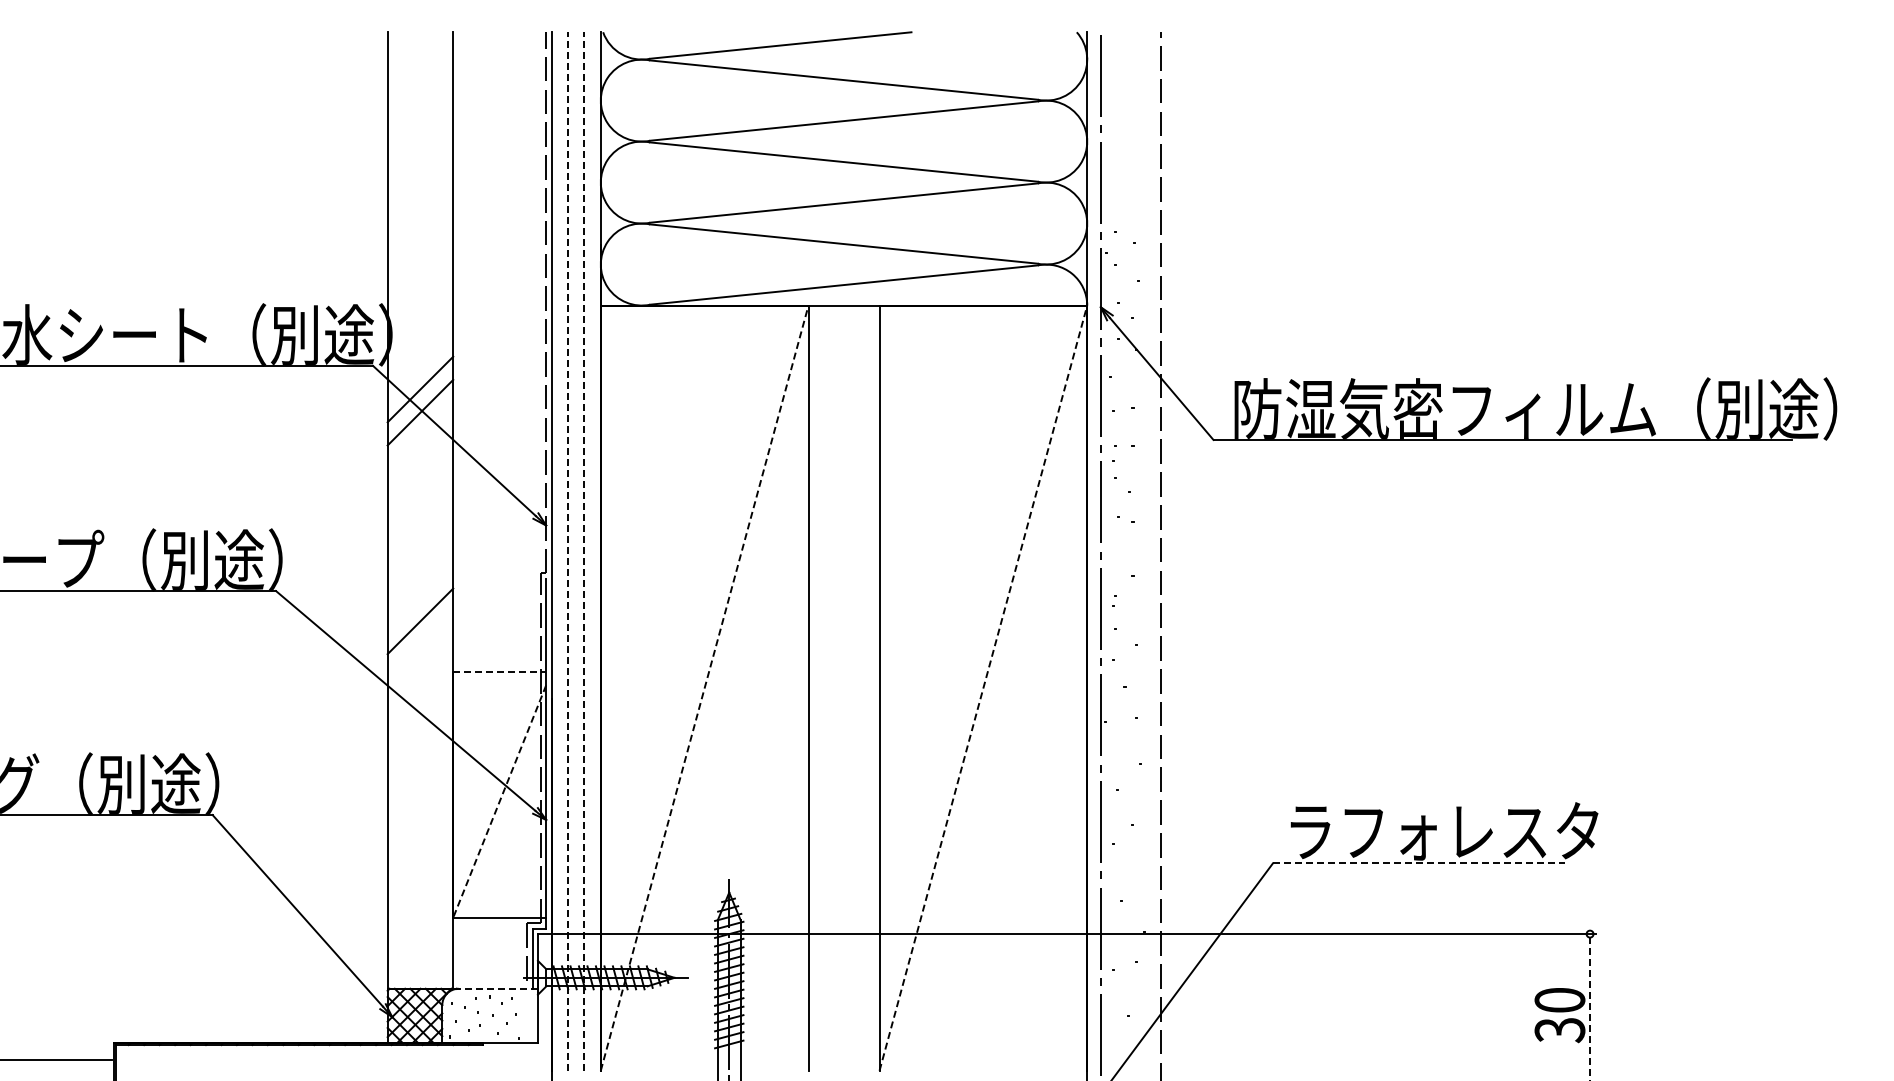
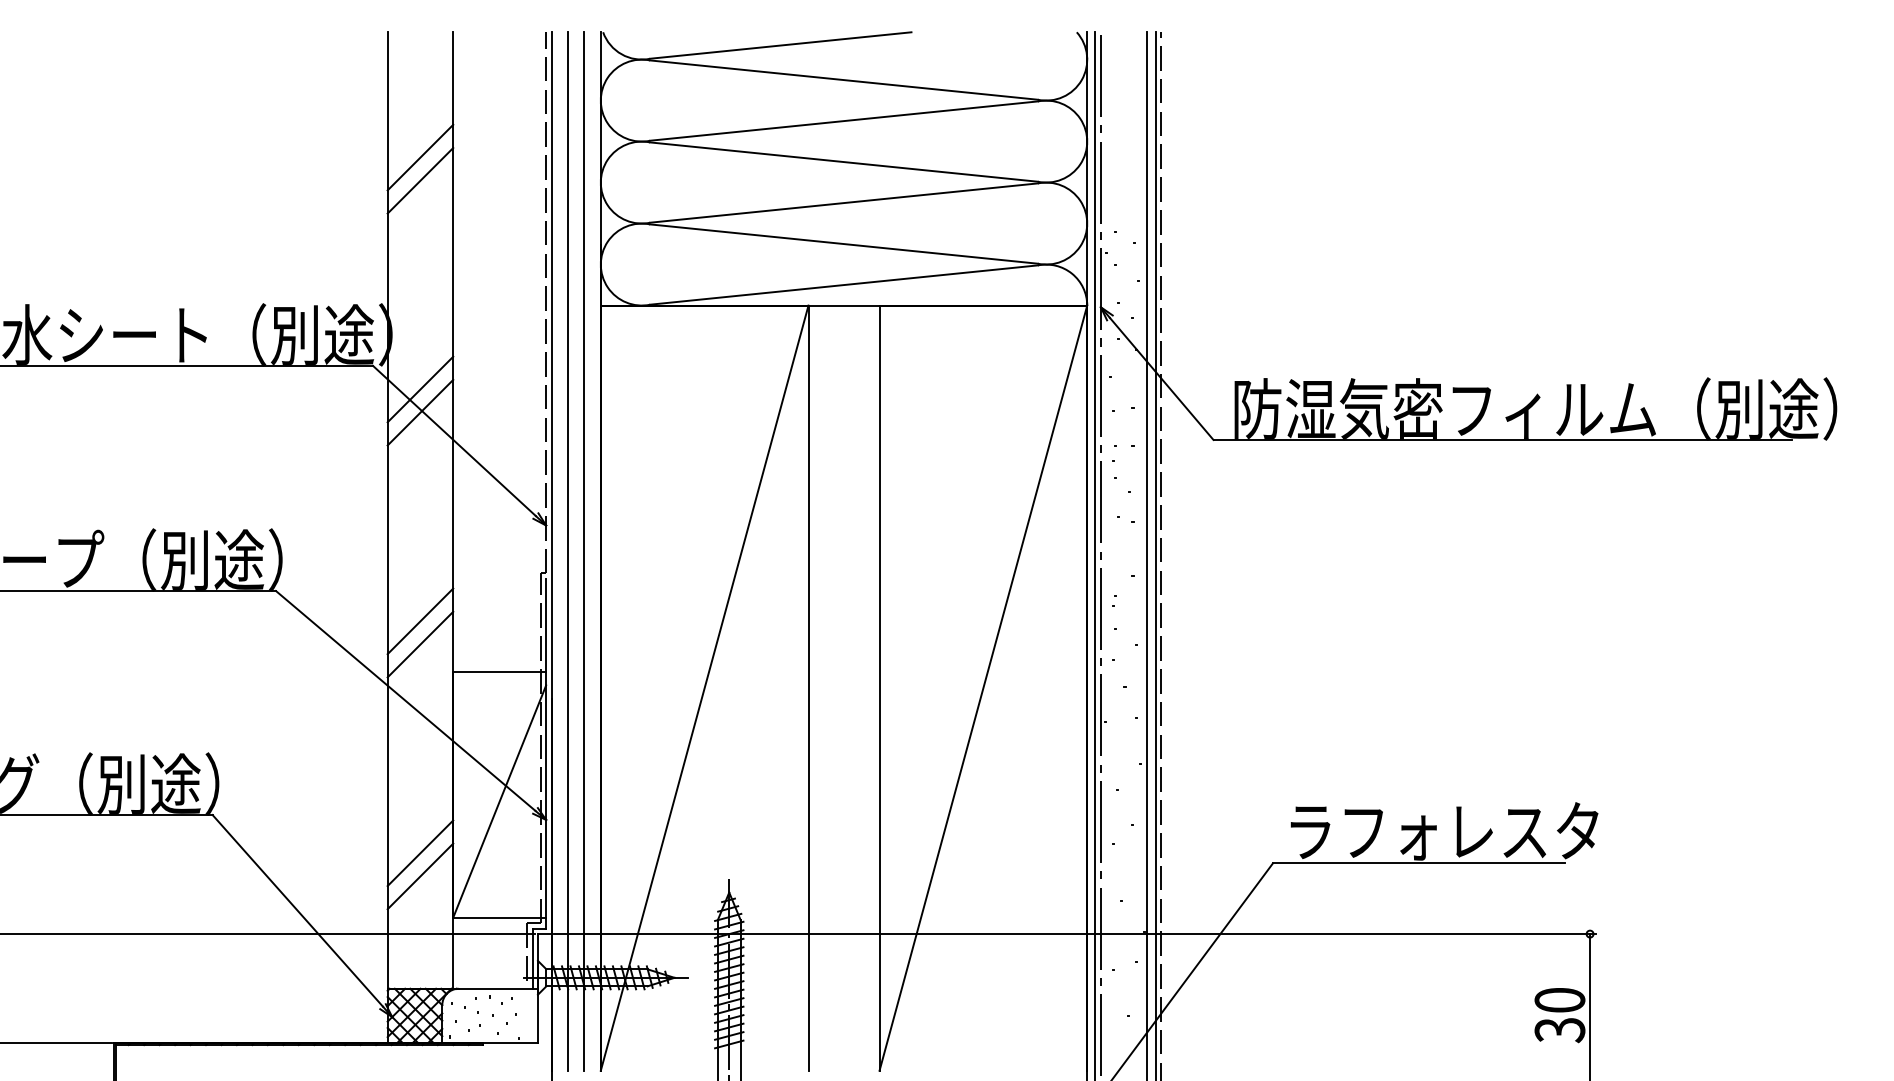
line at (420, 157): none -> present
line at (420, 180): none -> present
line at (568, 551): dashed -> solid
line at (584, 551): dashed -> solid
line at (1095, 554): none -> present
line at (1147, 554): none -> present
line at (1155, 554): none -> present
line at (420, 644): none -> present
line at (500, 671): dashed -> solid
line at (704, 687): dashed -> solid
line at (983, 687): dashed -> solid
line at (499, 802): dashed -> solid
line at (420, 853): none -> present
line at (1419, 863): dashed -> solid
line at (420, 876): none -> present
line at (268, 934): none -> present
line at (498, 988): dashed -> solid
line at (1590, 1007): dashed -> solid
line at (56, 1060) position: (56, 1060) -> (56, 1043)
